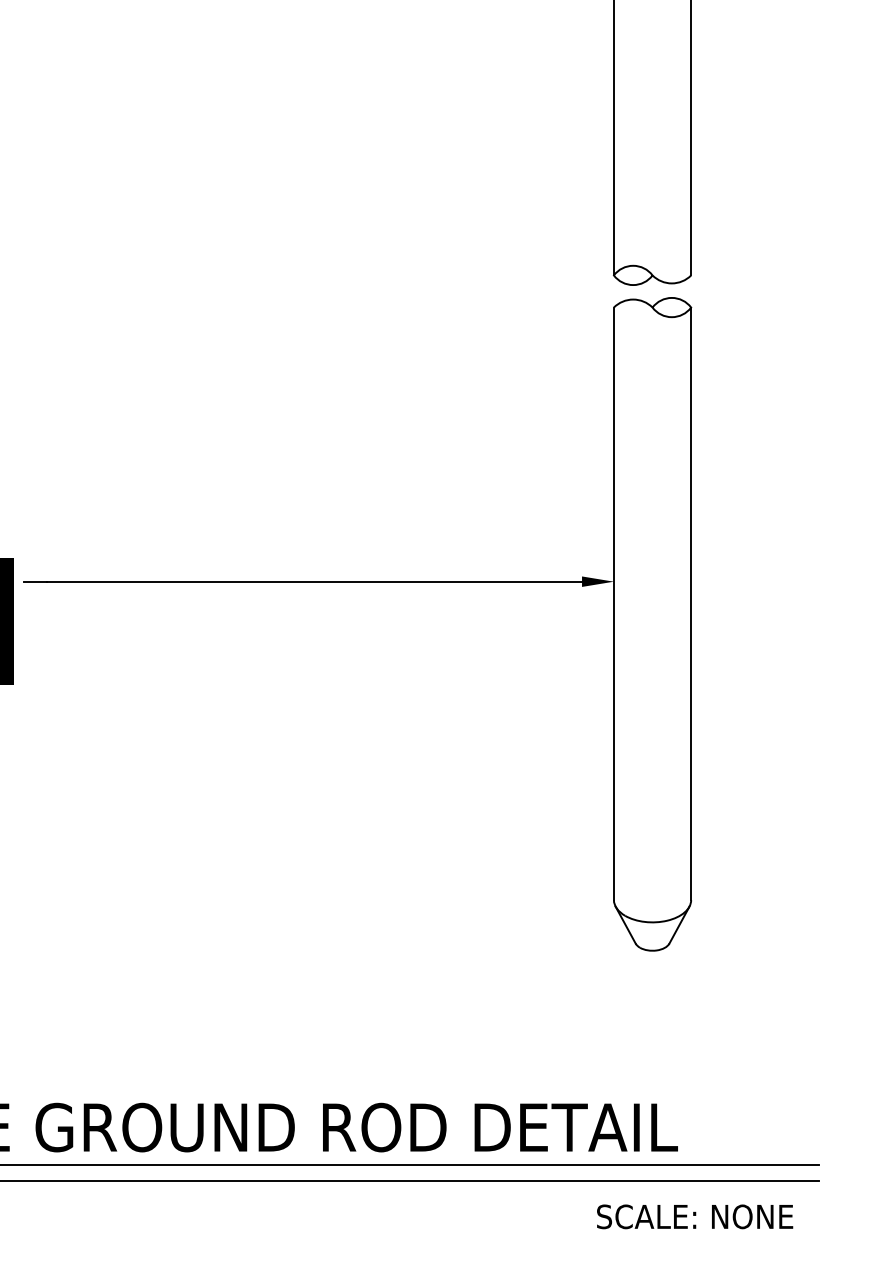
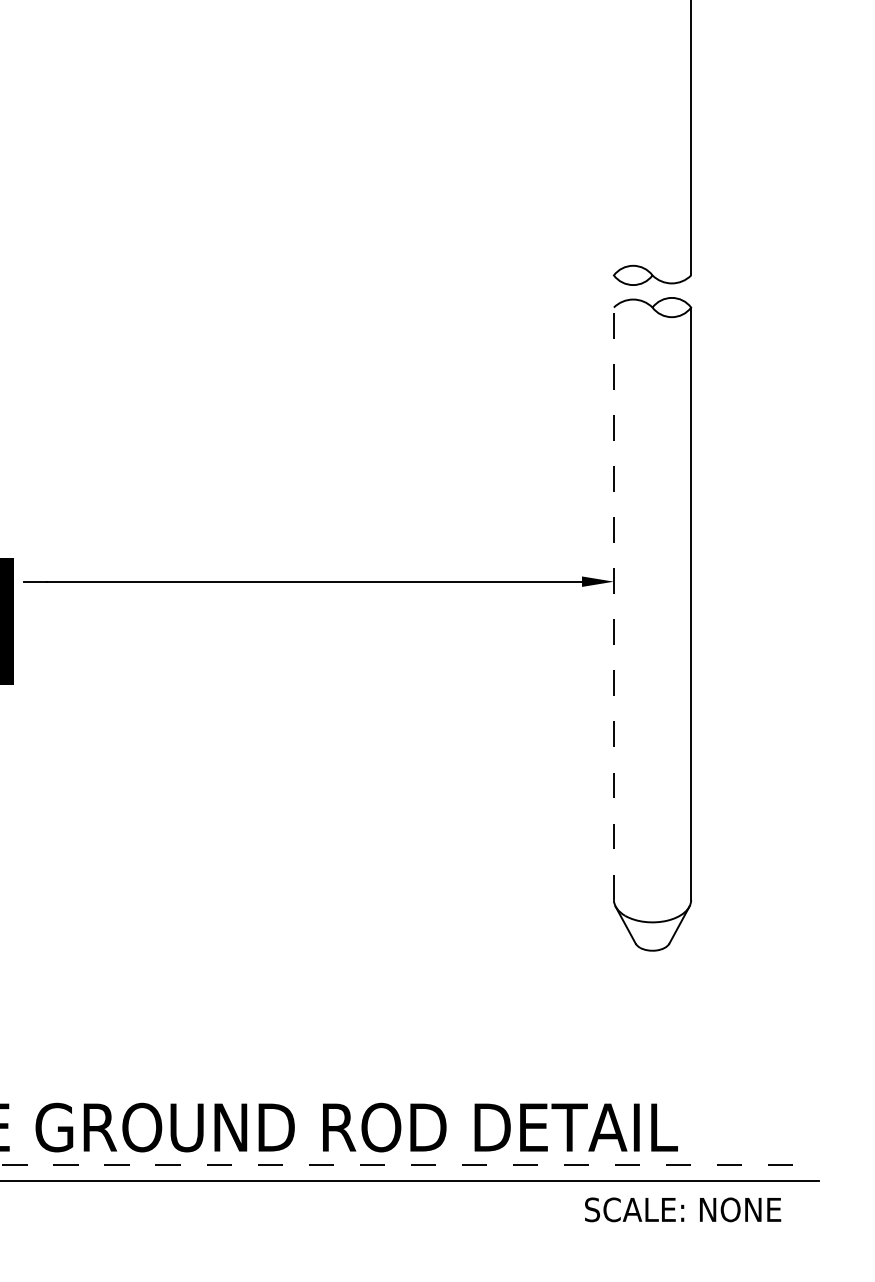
line at (613, 138): present -> none
line at (613, 603): solid -> dashed
line at (409, 1165): solid -> dashed
text at (695, 1216) position: (695, 1216) -> (683, 1209)
